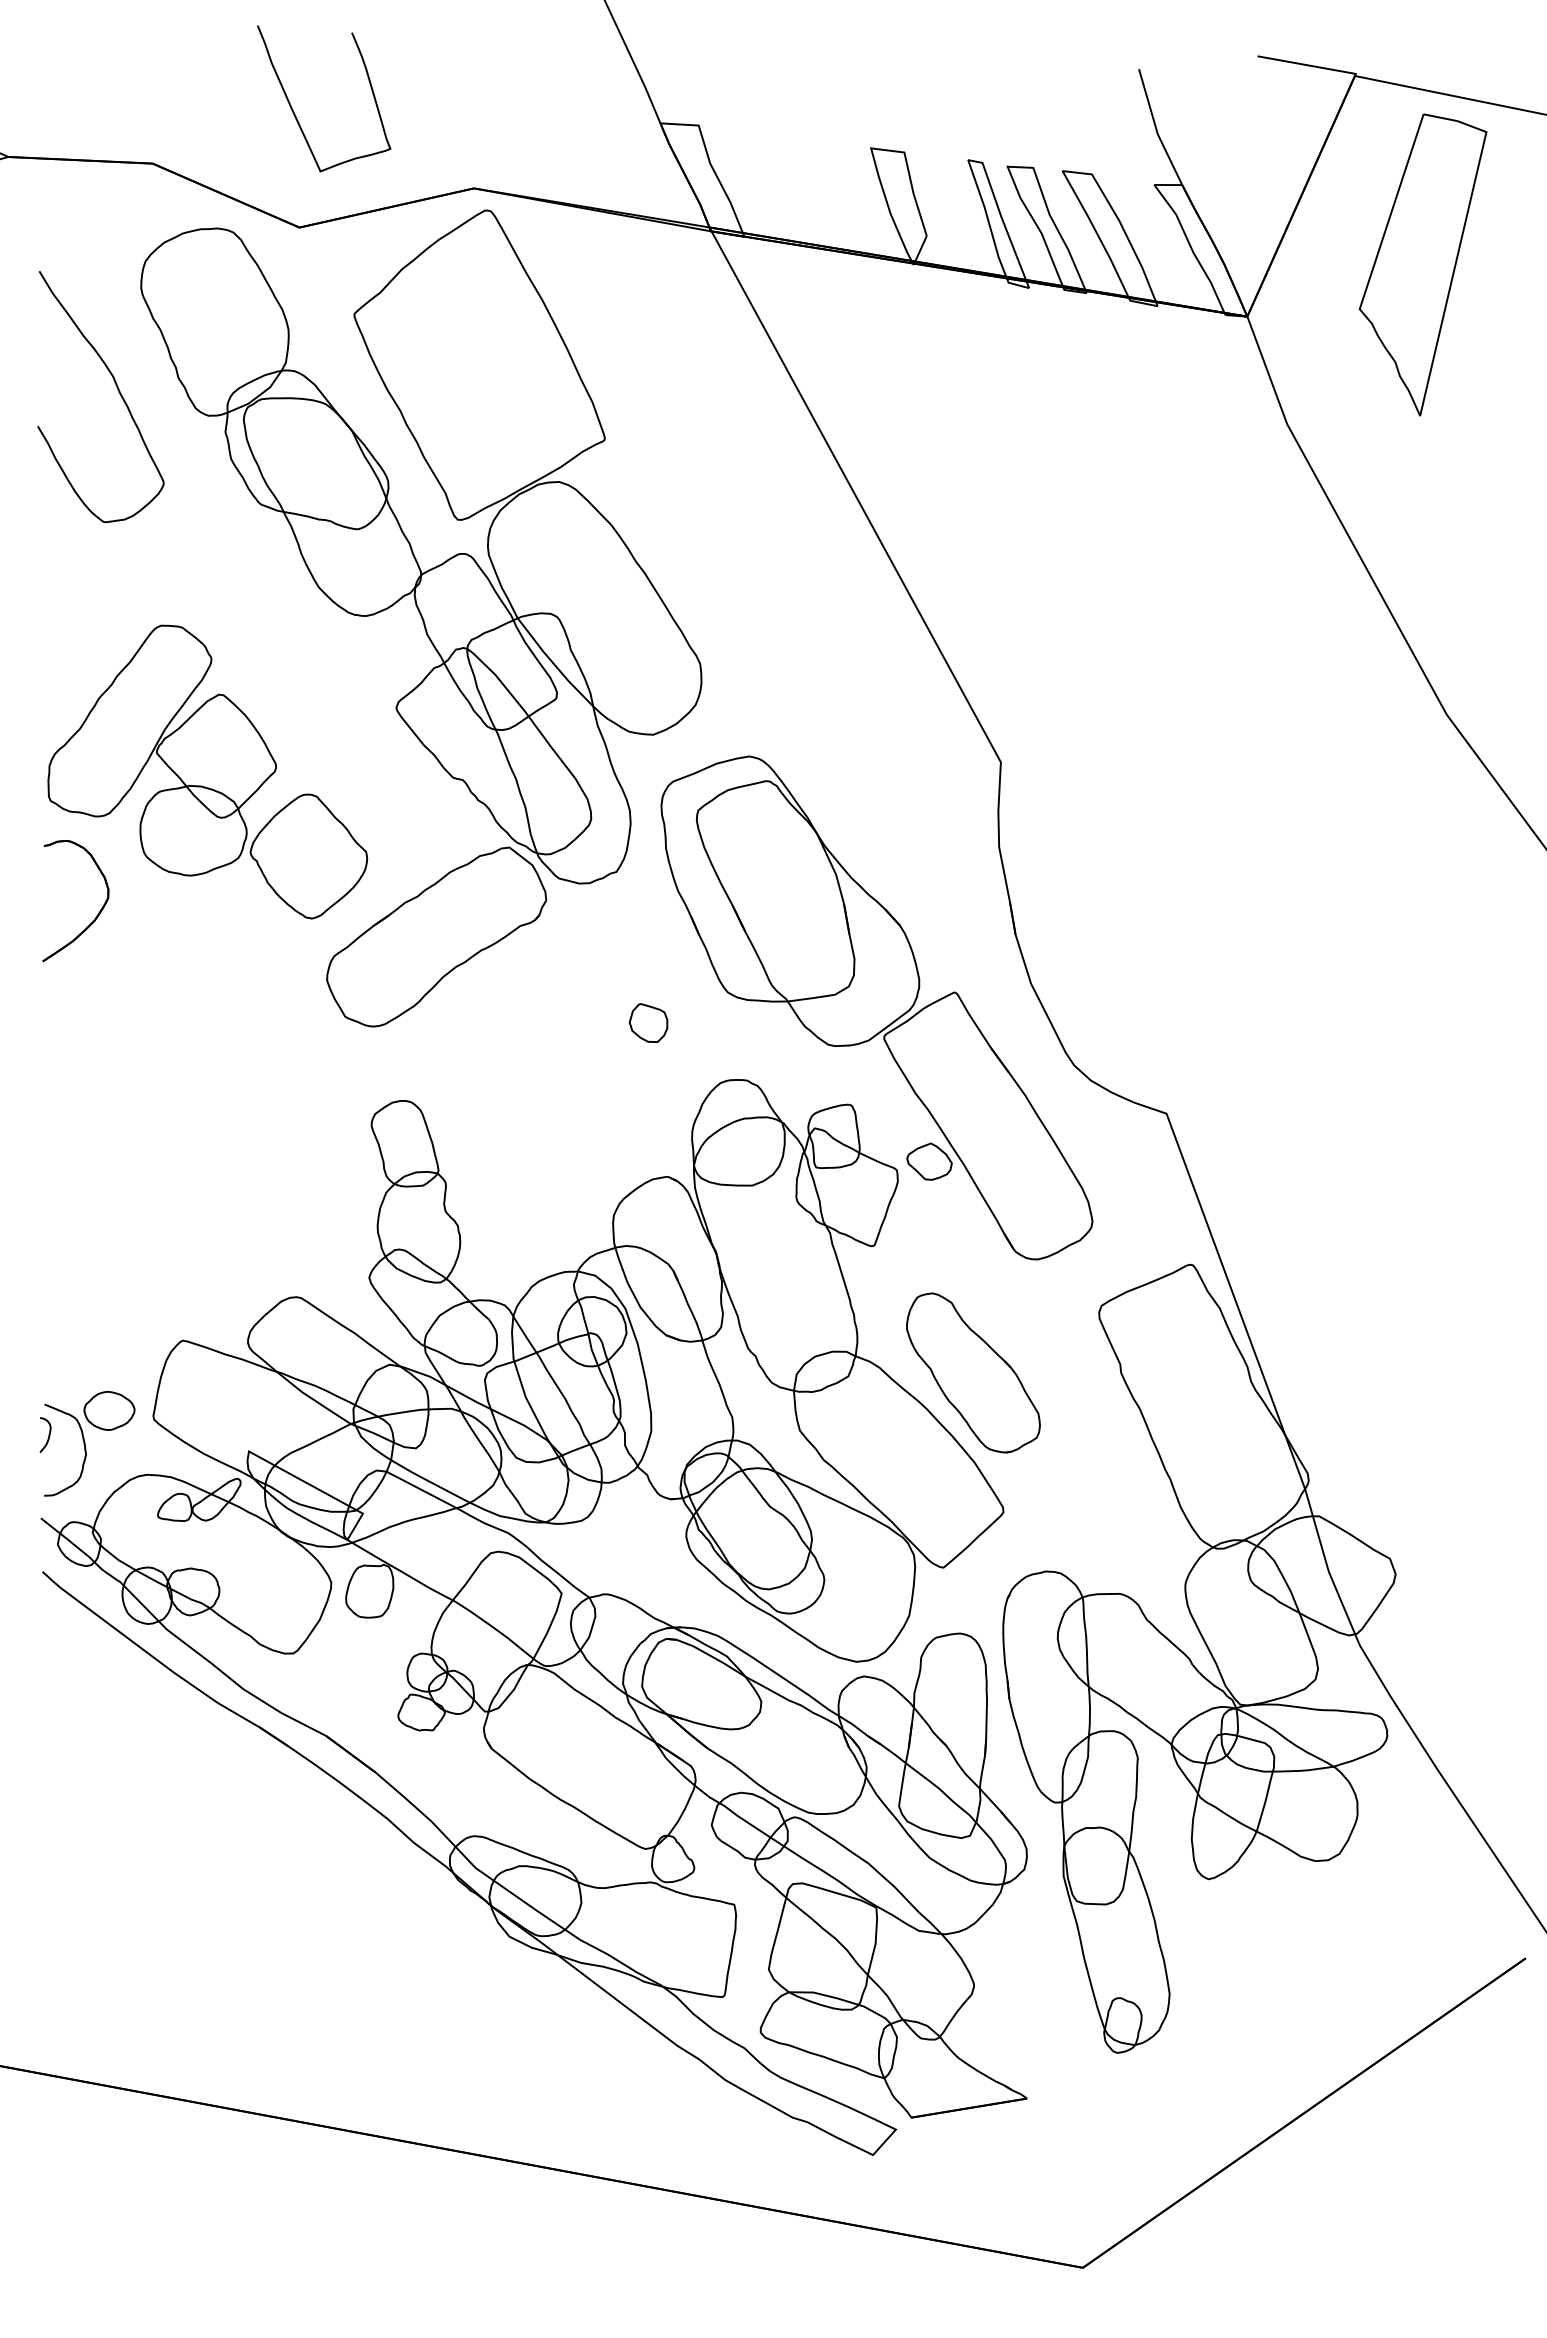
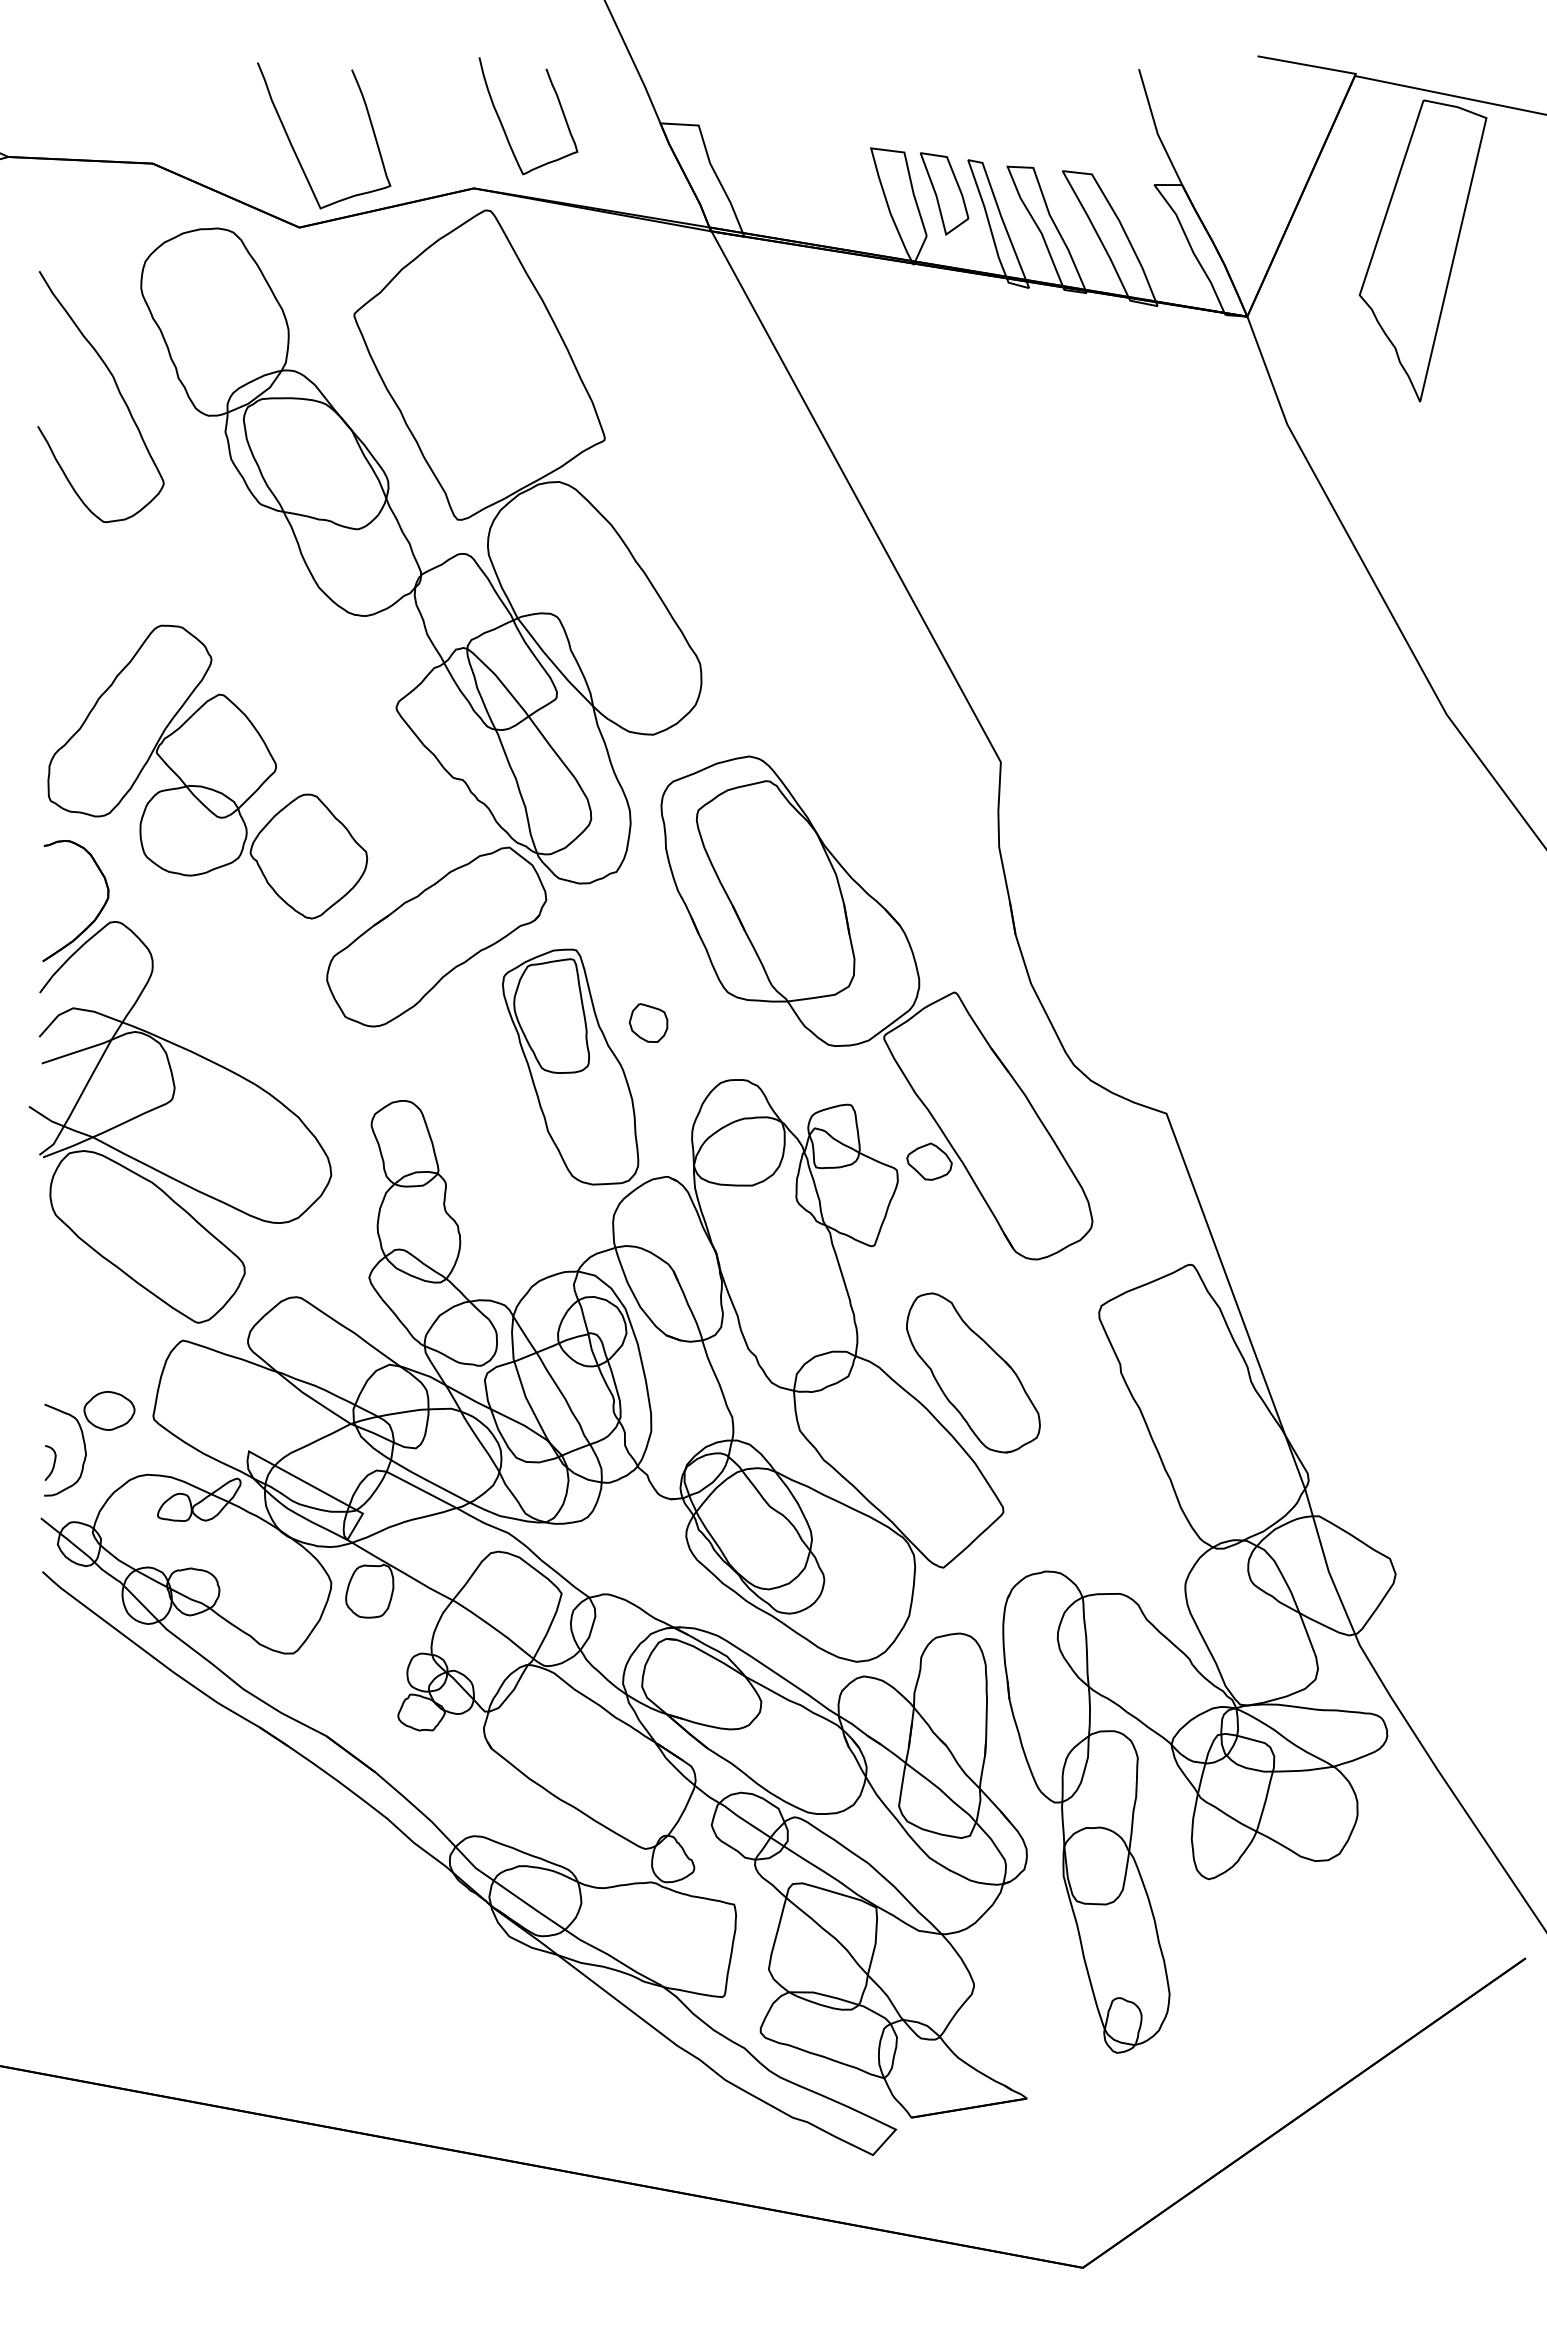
curve at (294, 111) position: (294, 111) -> (294, 148)
curve at (504, 128): none -> present
part at (944, 193): none -> present
part at (1422, 264) position: (1422, 264) -> (1422, 250)
part at (570, 1066): none -> present
part at (180, 1122): none -> present
curve at (48, 1434) position: (48, 1434) -> (53, 1462)
